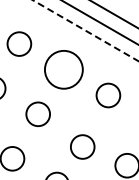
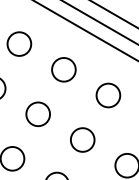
line at (85, 30): dashed -> solid
circle at (63, 69) diameter: 38 px -> 24 px
circle at (82, 146) position: (82, 146) -> (82, 139)
